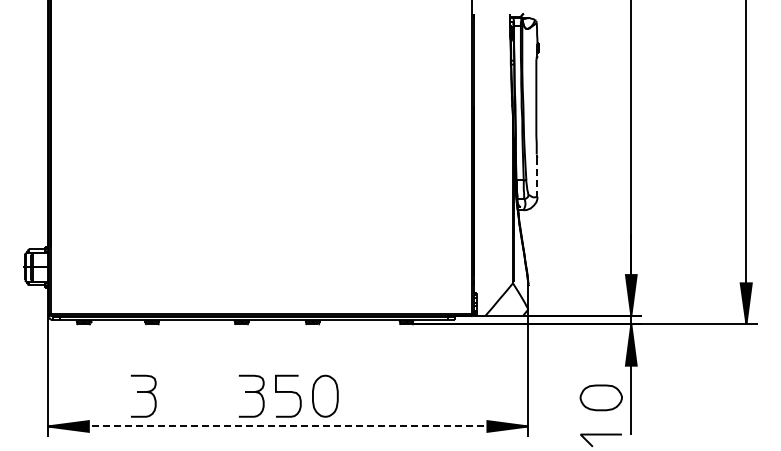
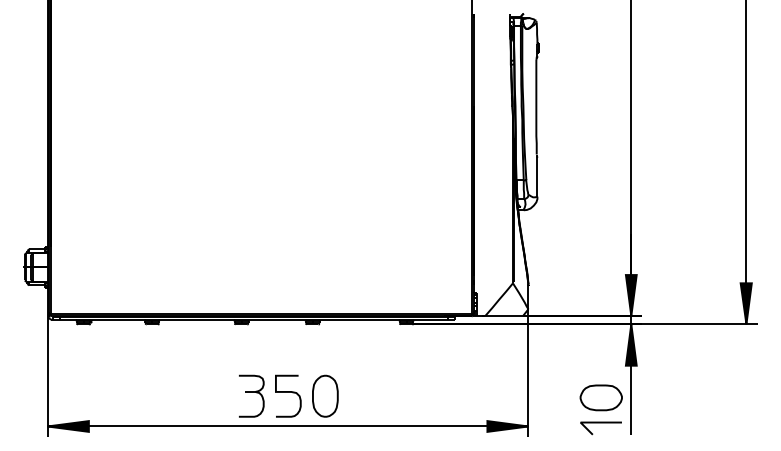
line at (537, 177): dashed -> solid
part at (143, 395): present -> none
line at (288, 426): dashed -> solid
line at (600, 435) position: (600, 435) -> (600, 423)
